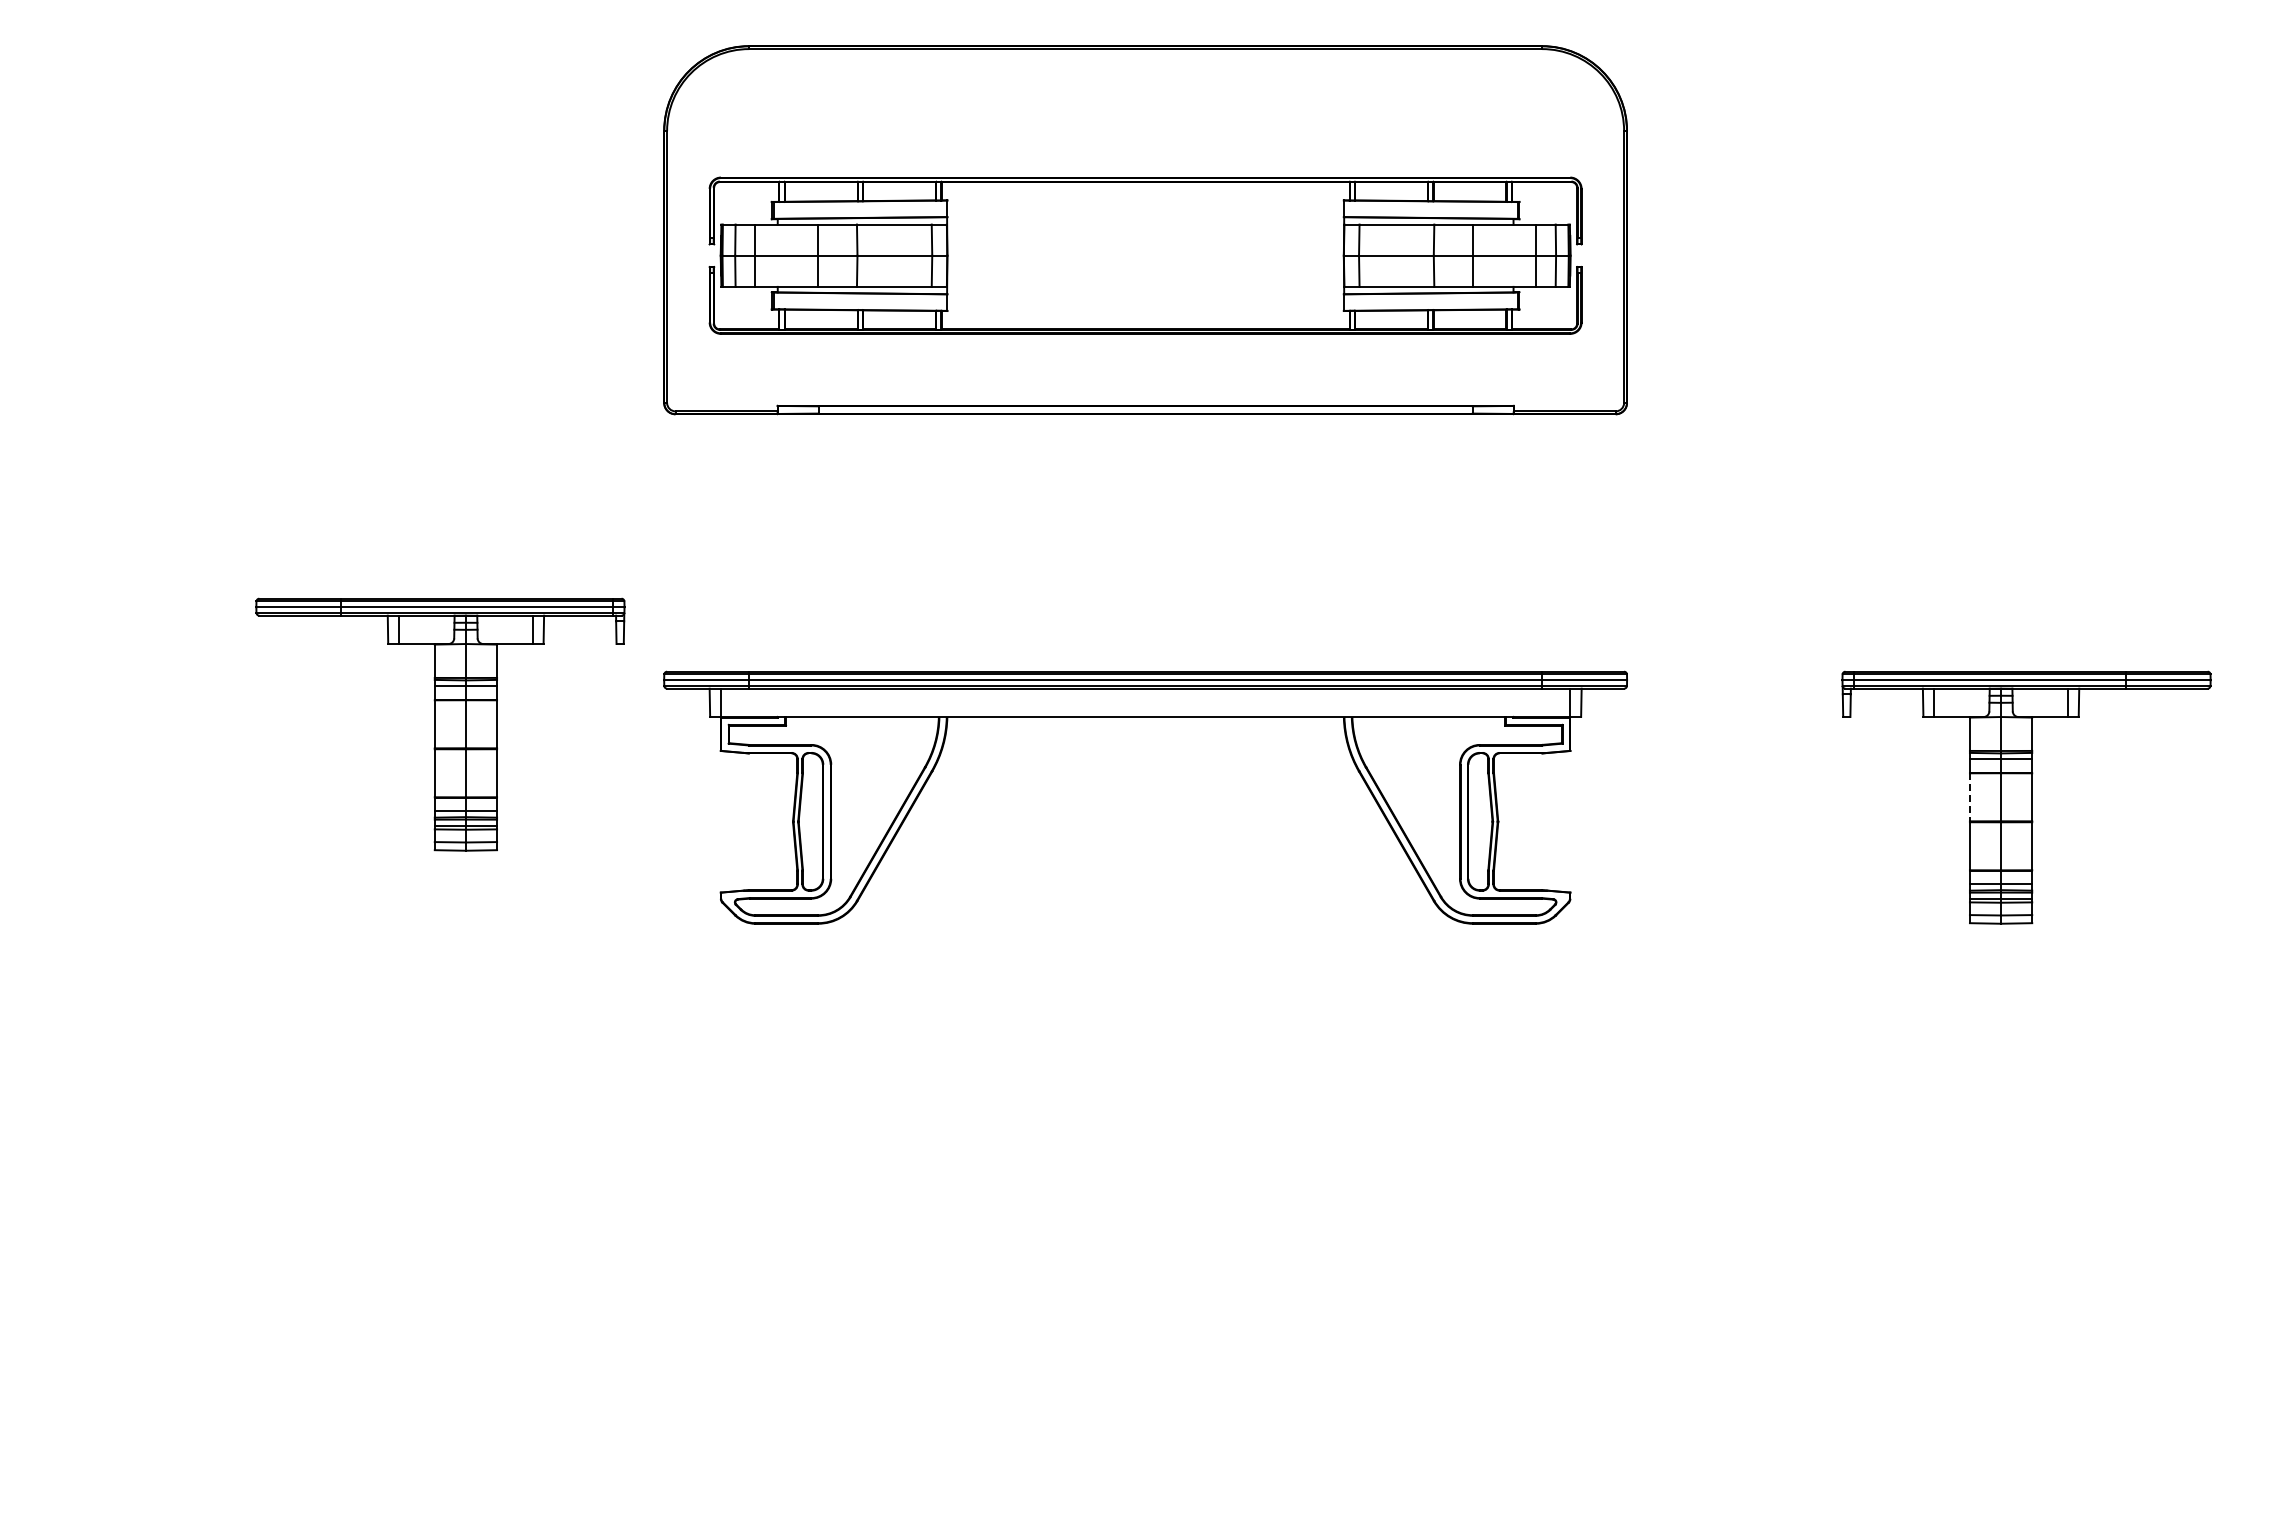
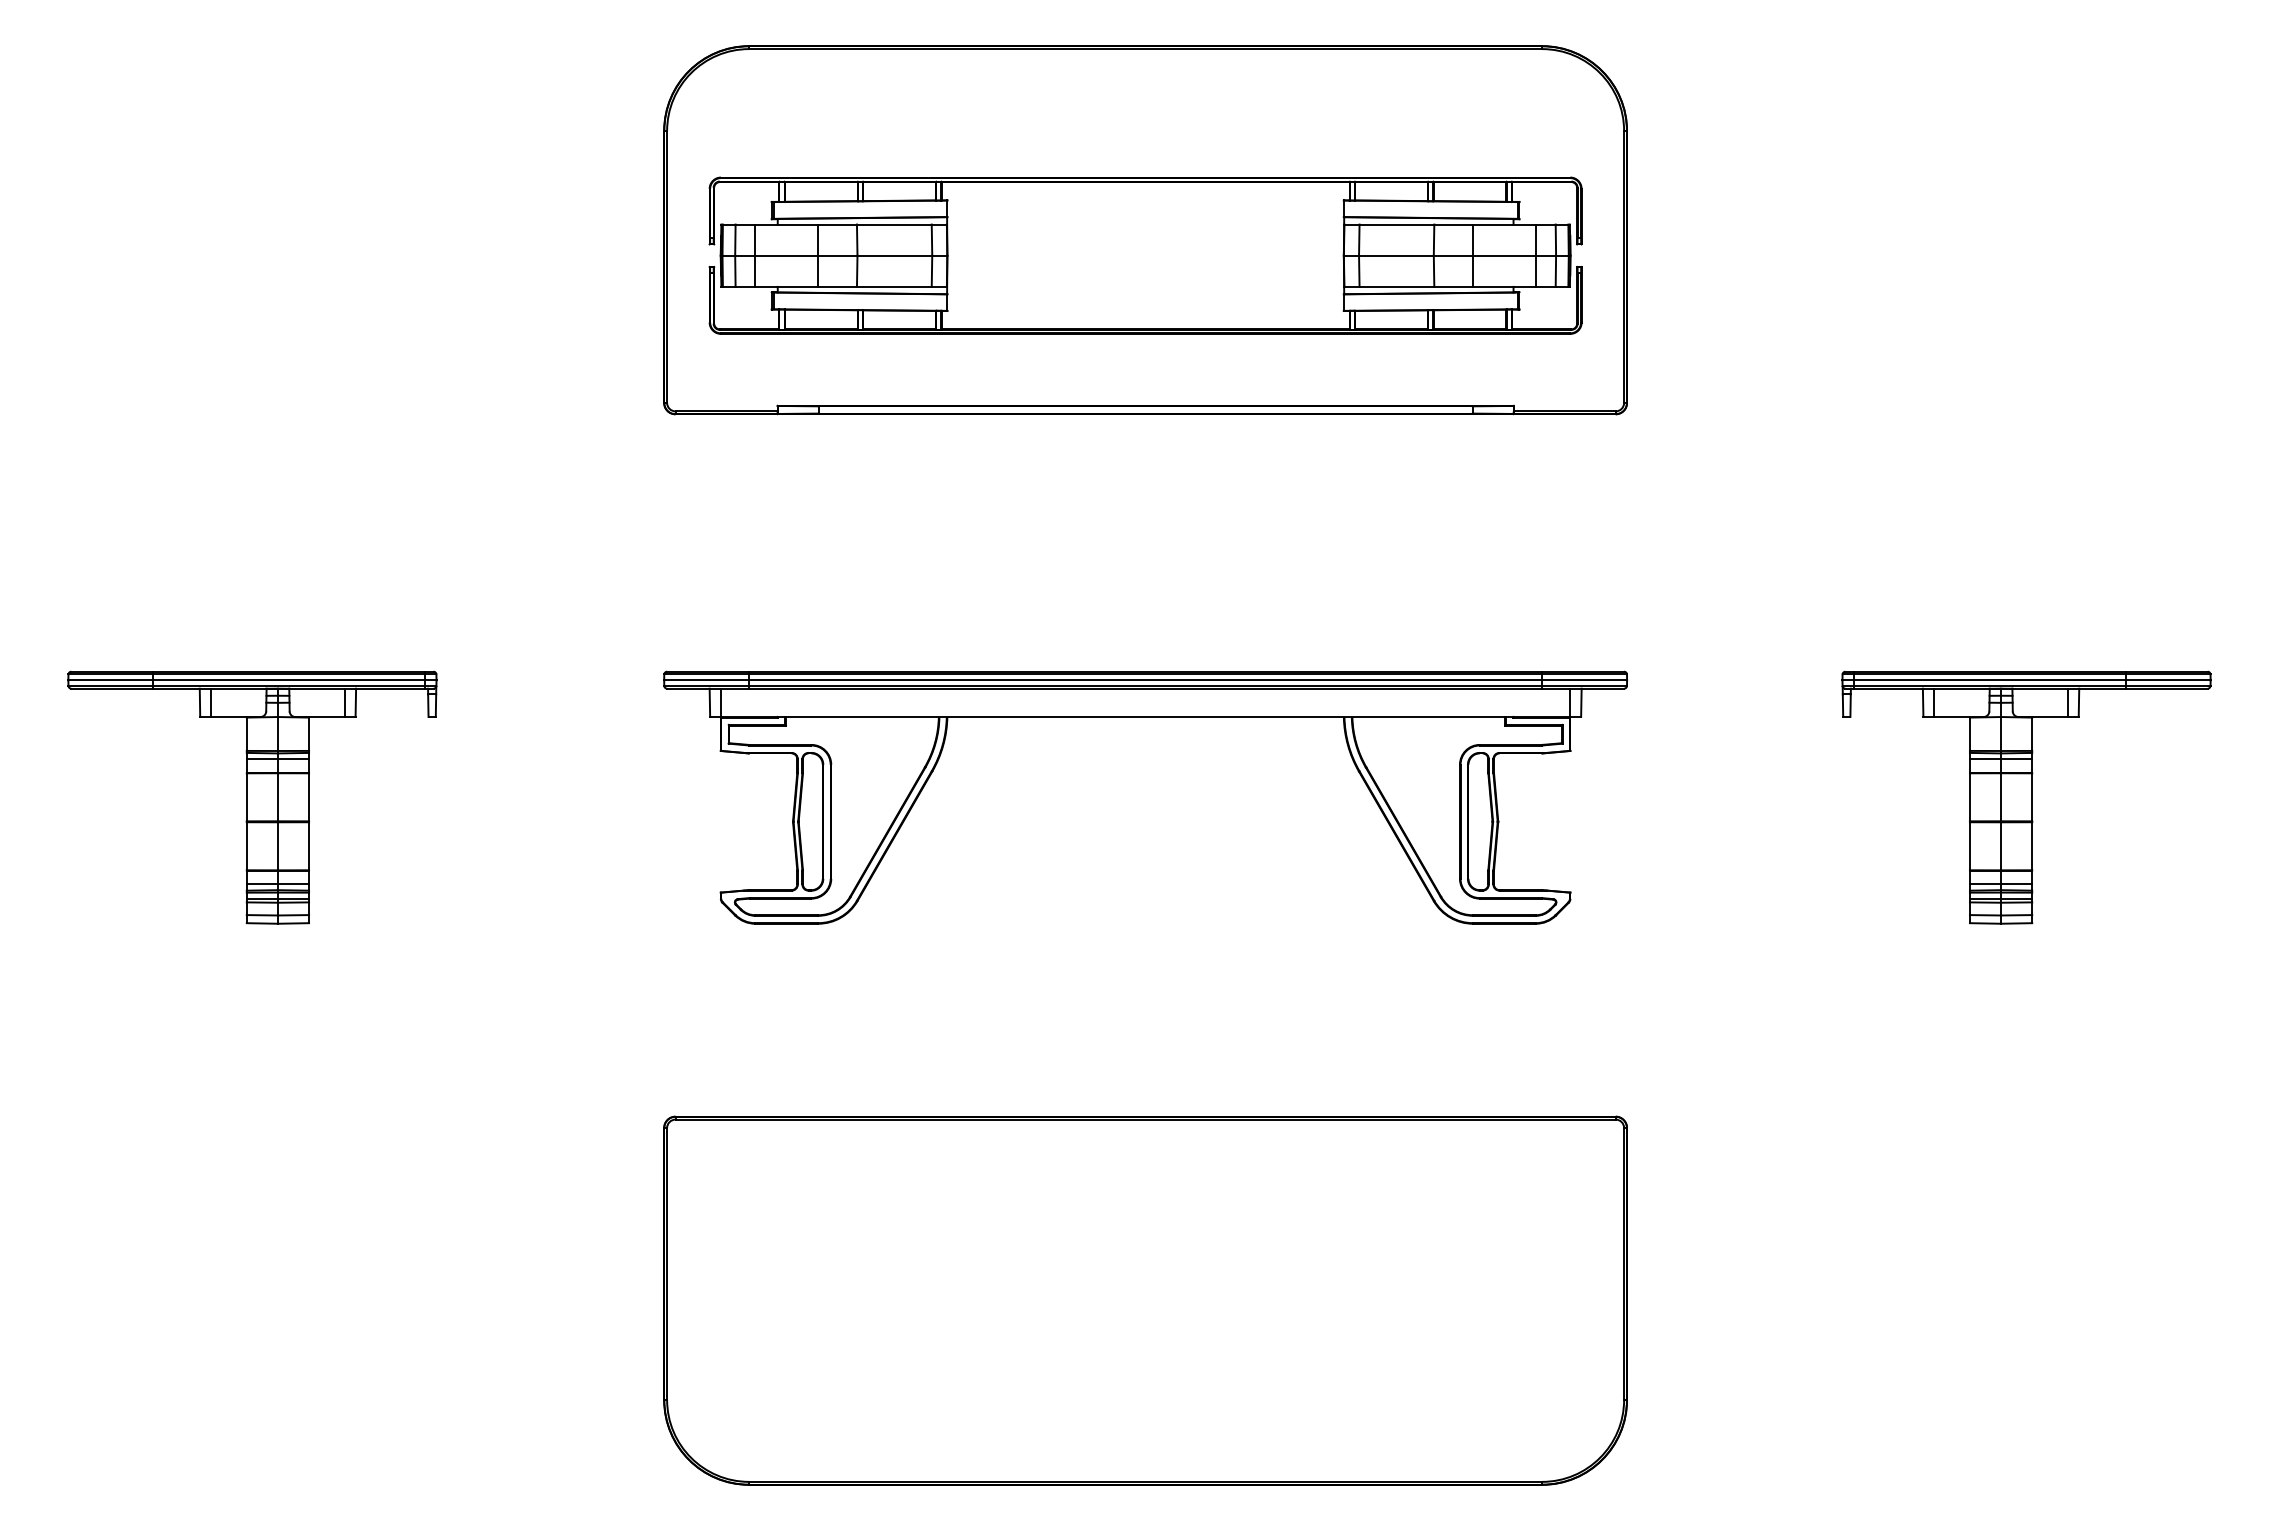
part at (440, 724) position: (440, 724) -> (252, 797)
line at (1969, 797): dashed -> solid
part at (1145, 1300): none -> present
